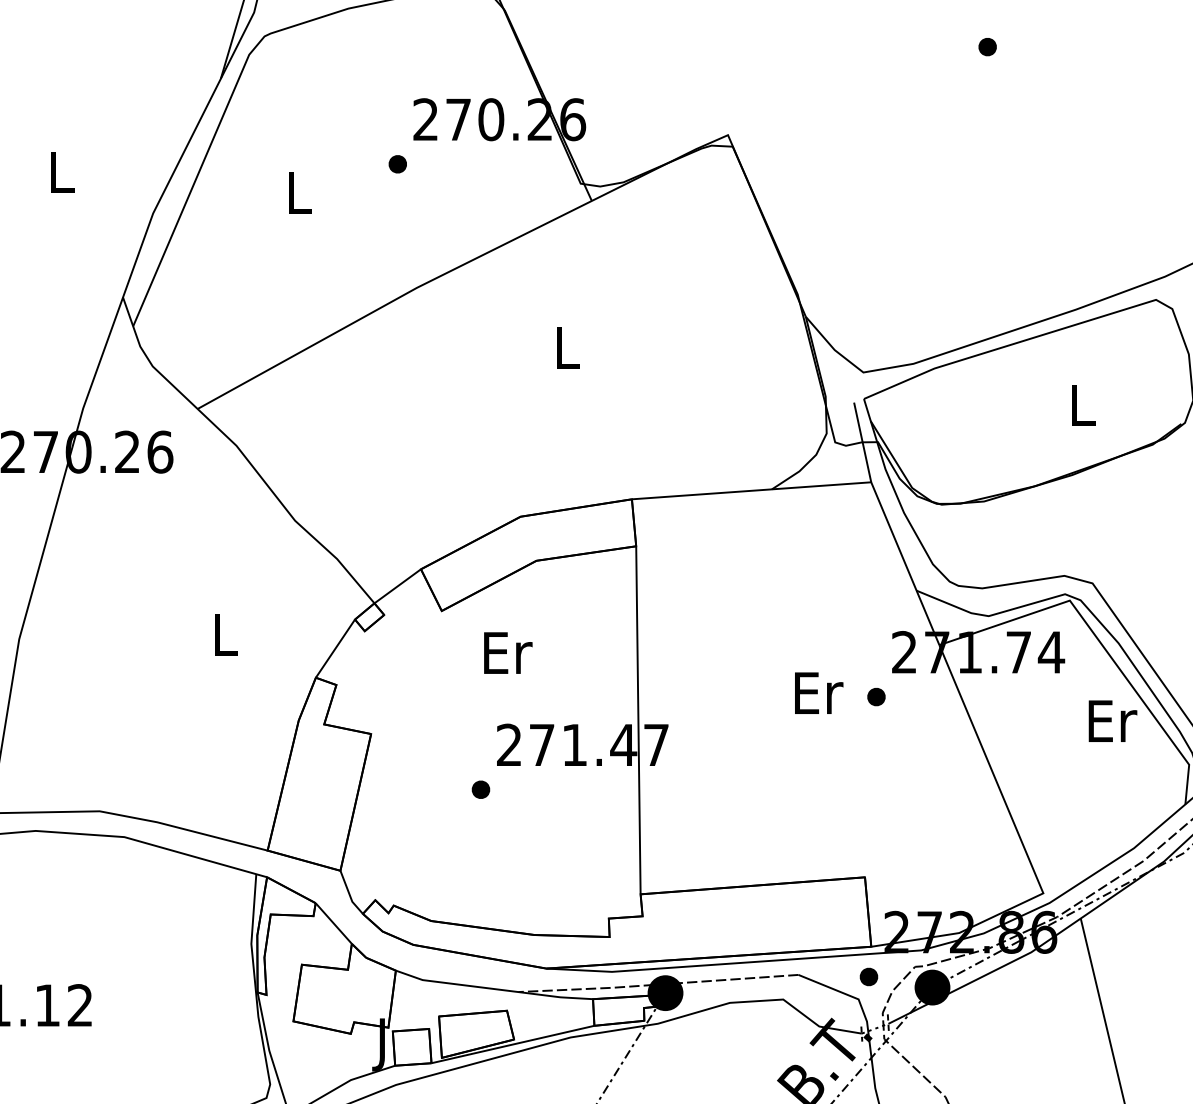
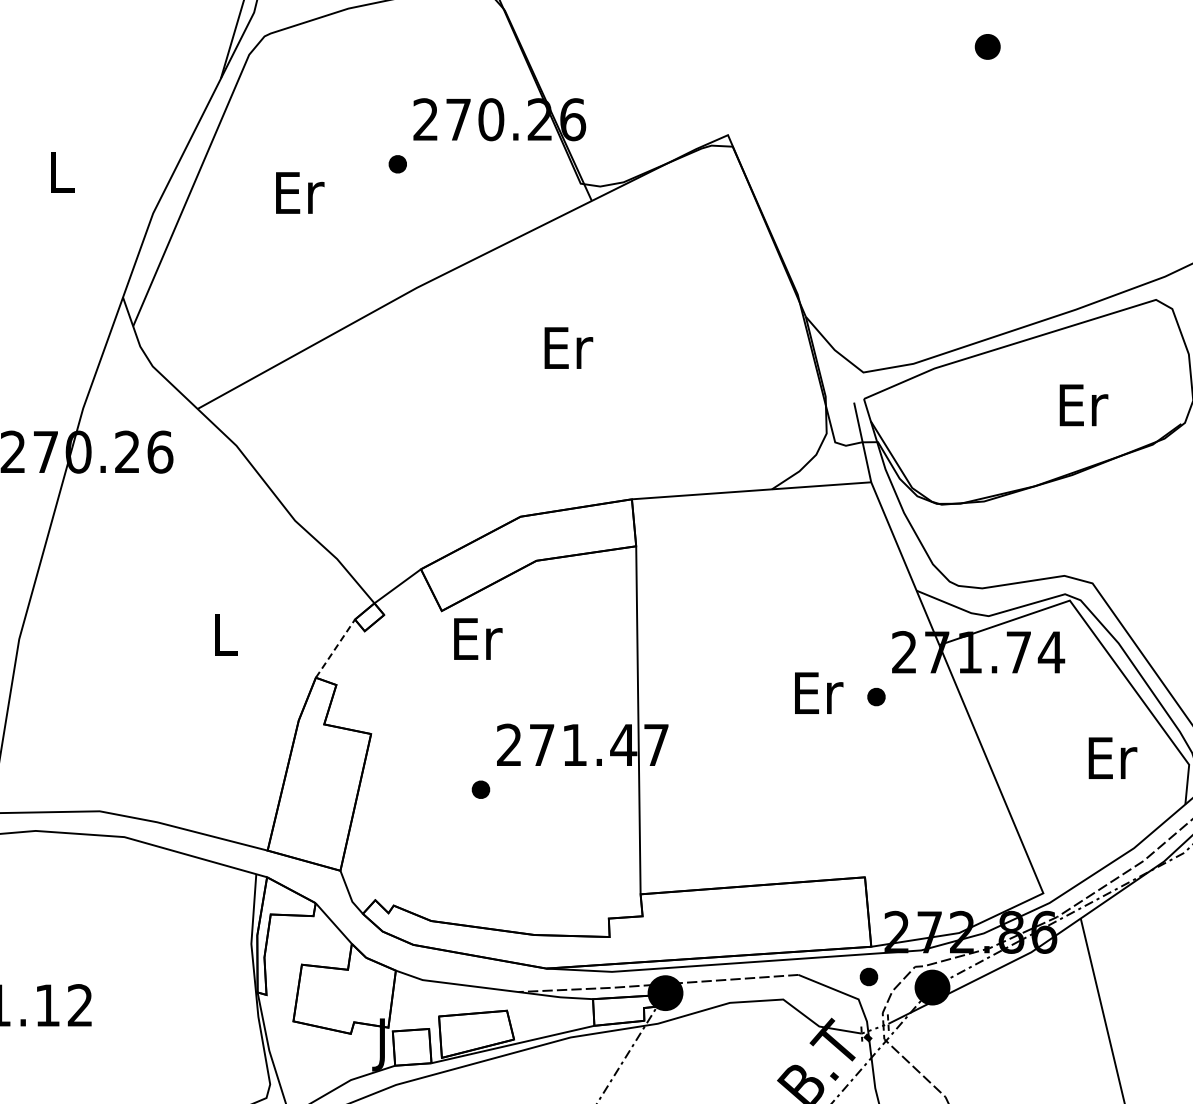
part at (987, 47) size: 19x19 px -> 27x26 px
text at (300, 192): L -> Er
text at (568, 347): L -> Er
text at (1083, 405): L -> Er
line at (335, 648): solid -> dashed
text at (508, 652) position: (508, 652) -> (478, 638)
text at (1112, 720) position: (1112, 720) -> (1112, 757)
